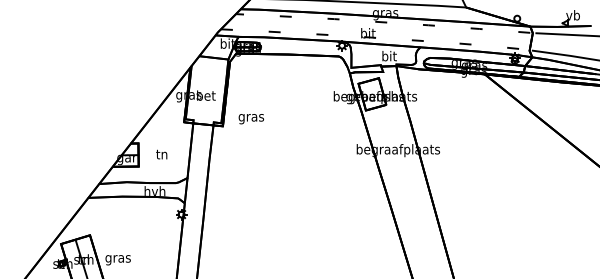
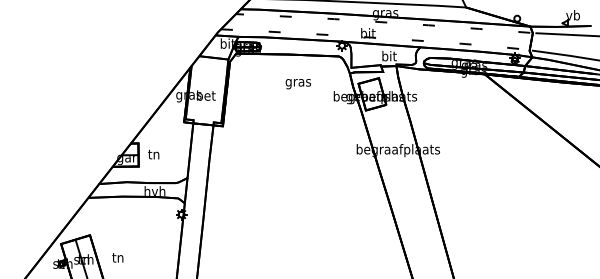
text at (250, 119) position: (250, 119) -> (297, 84)
text at (161, 154) position: (161, 154) -> (153, 154)
text at (117, 259): gras -> tn
